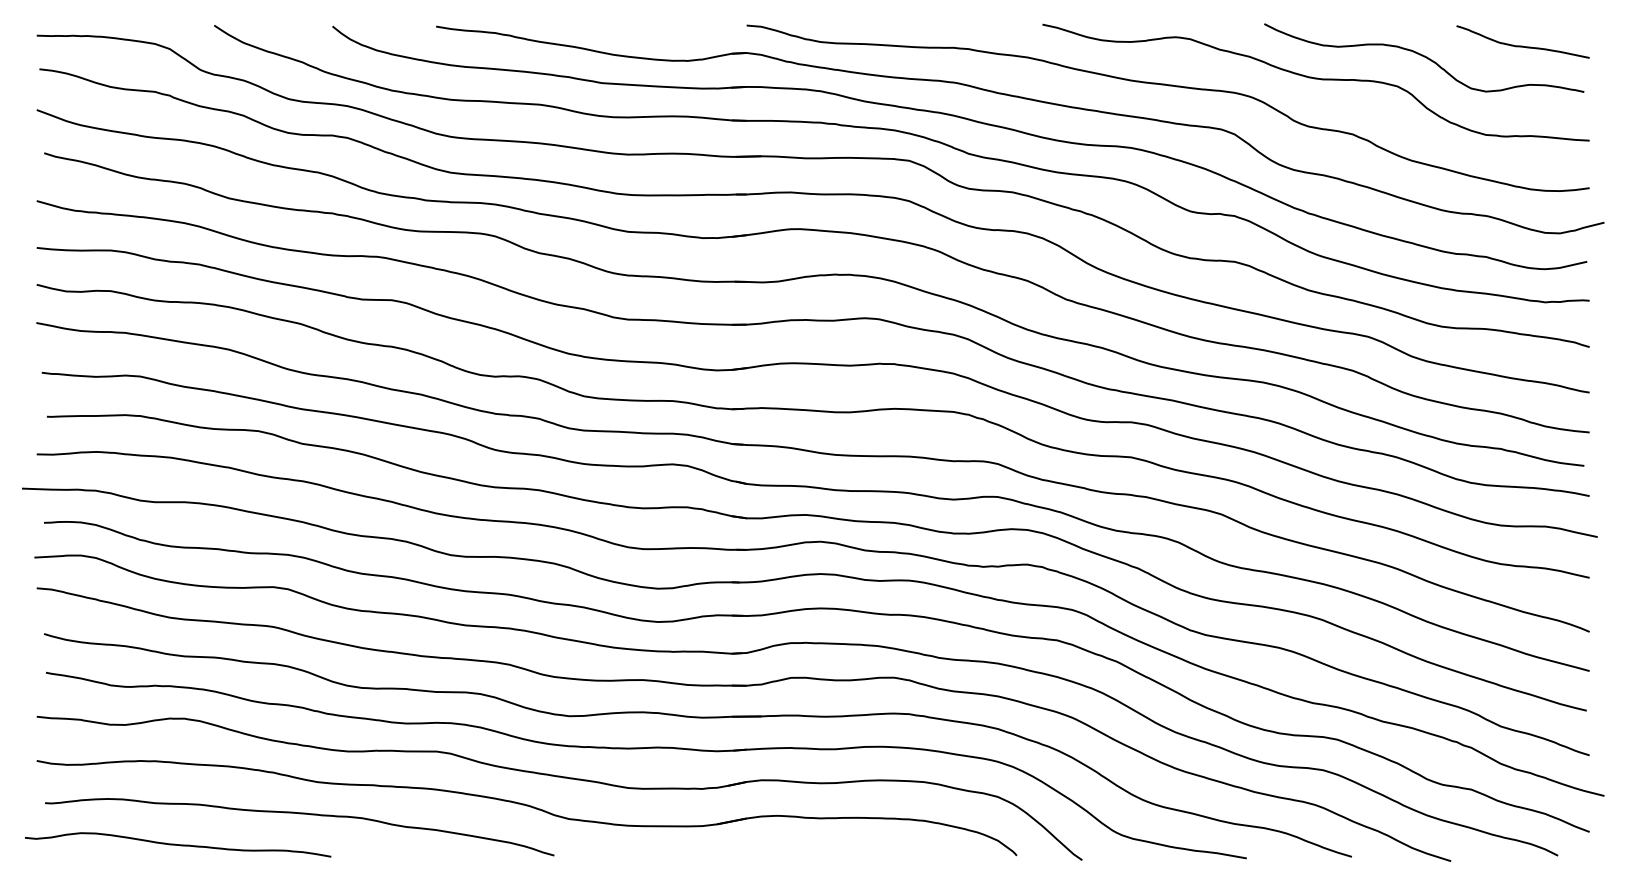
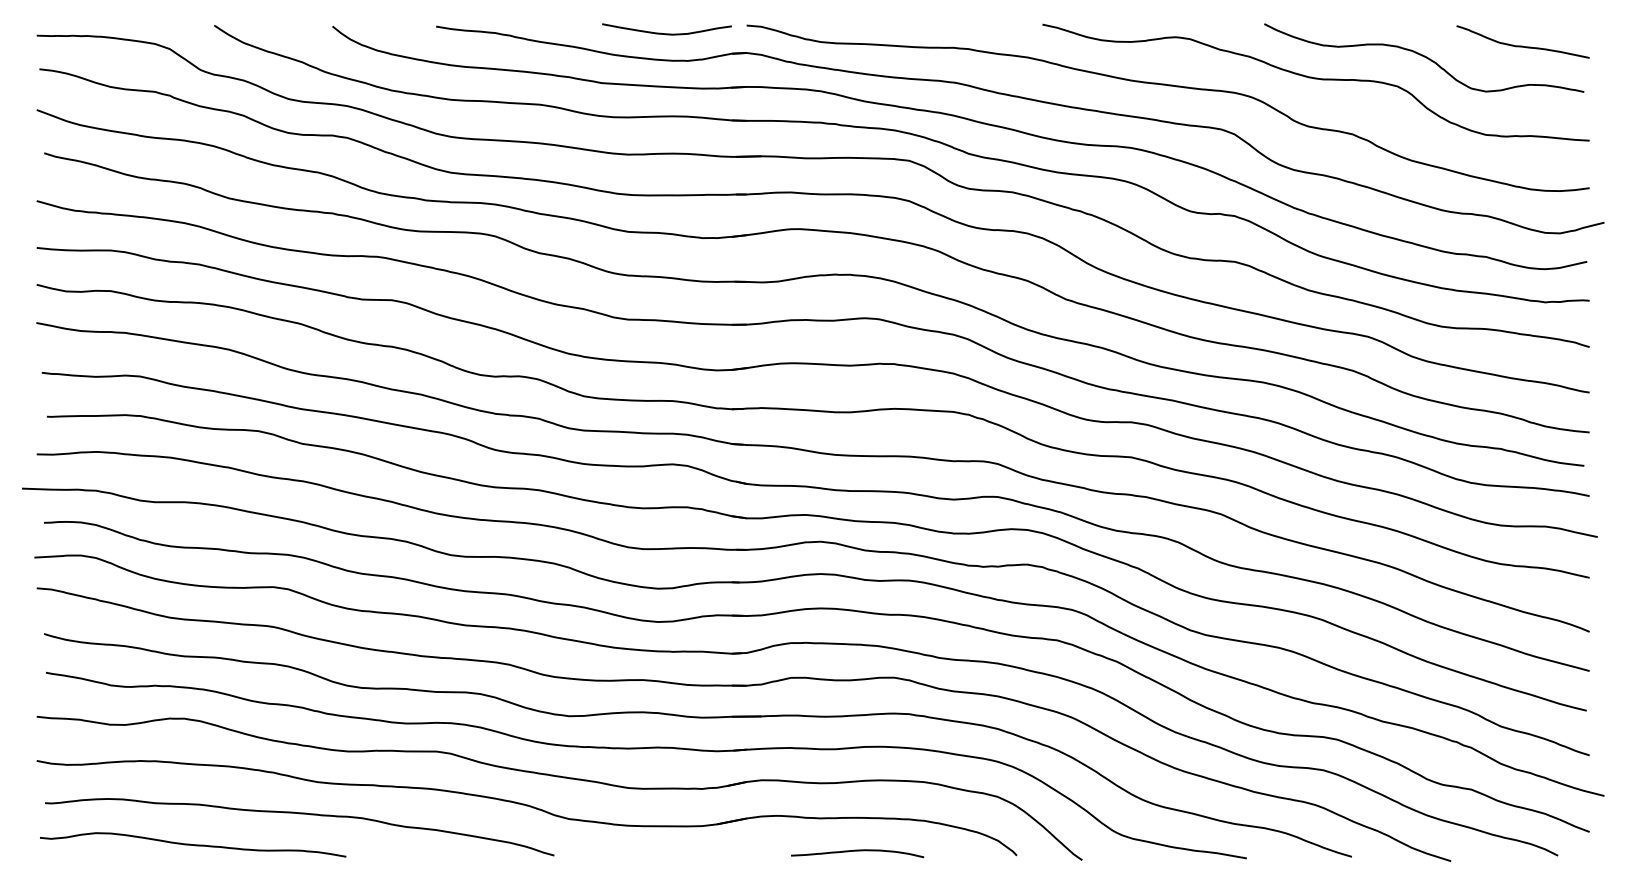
curve at (666, 33): none -> present
curve at (178, 844) position: (178, 844) -> (193, 844)
curve at (857, 851): none -> present
